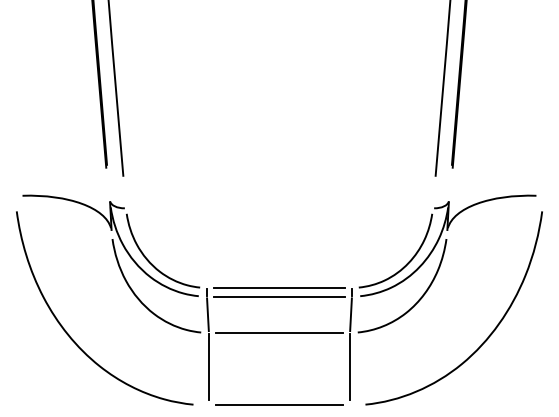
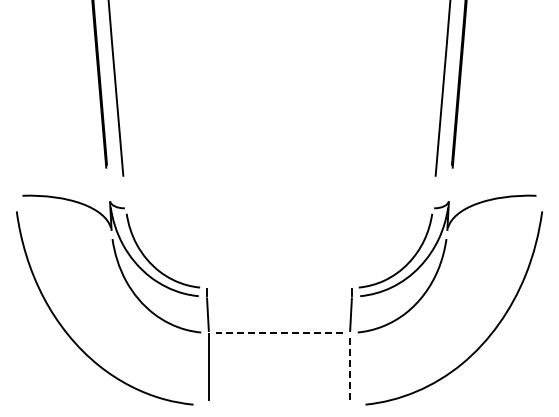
line at (279, 287): present -> none
line at (279, 296): present -> none
line at (279, 332): solid -> dashed
line at (350, 366): solid -> dashed
line at (279, 405): present -> none
